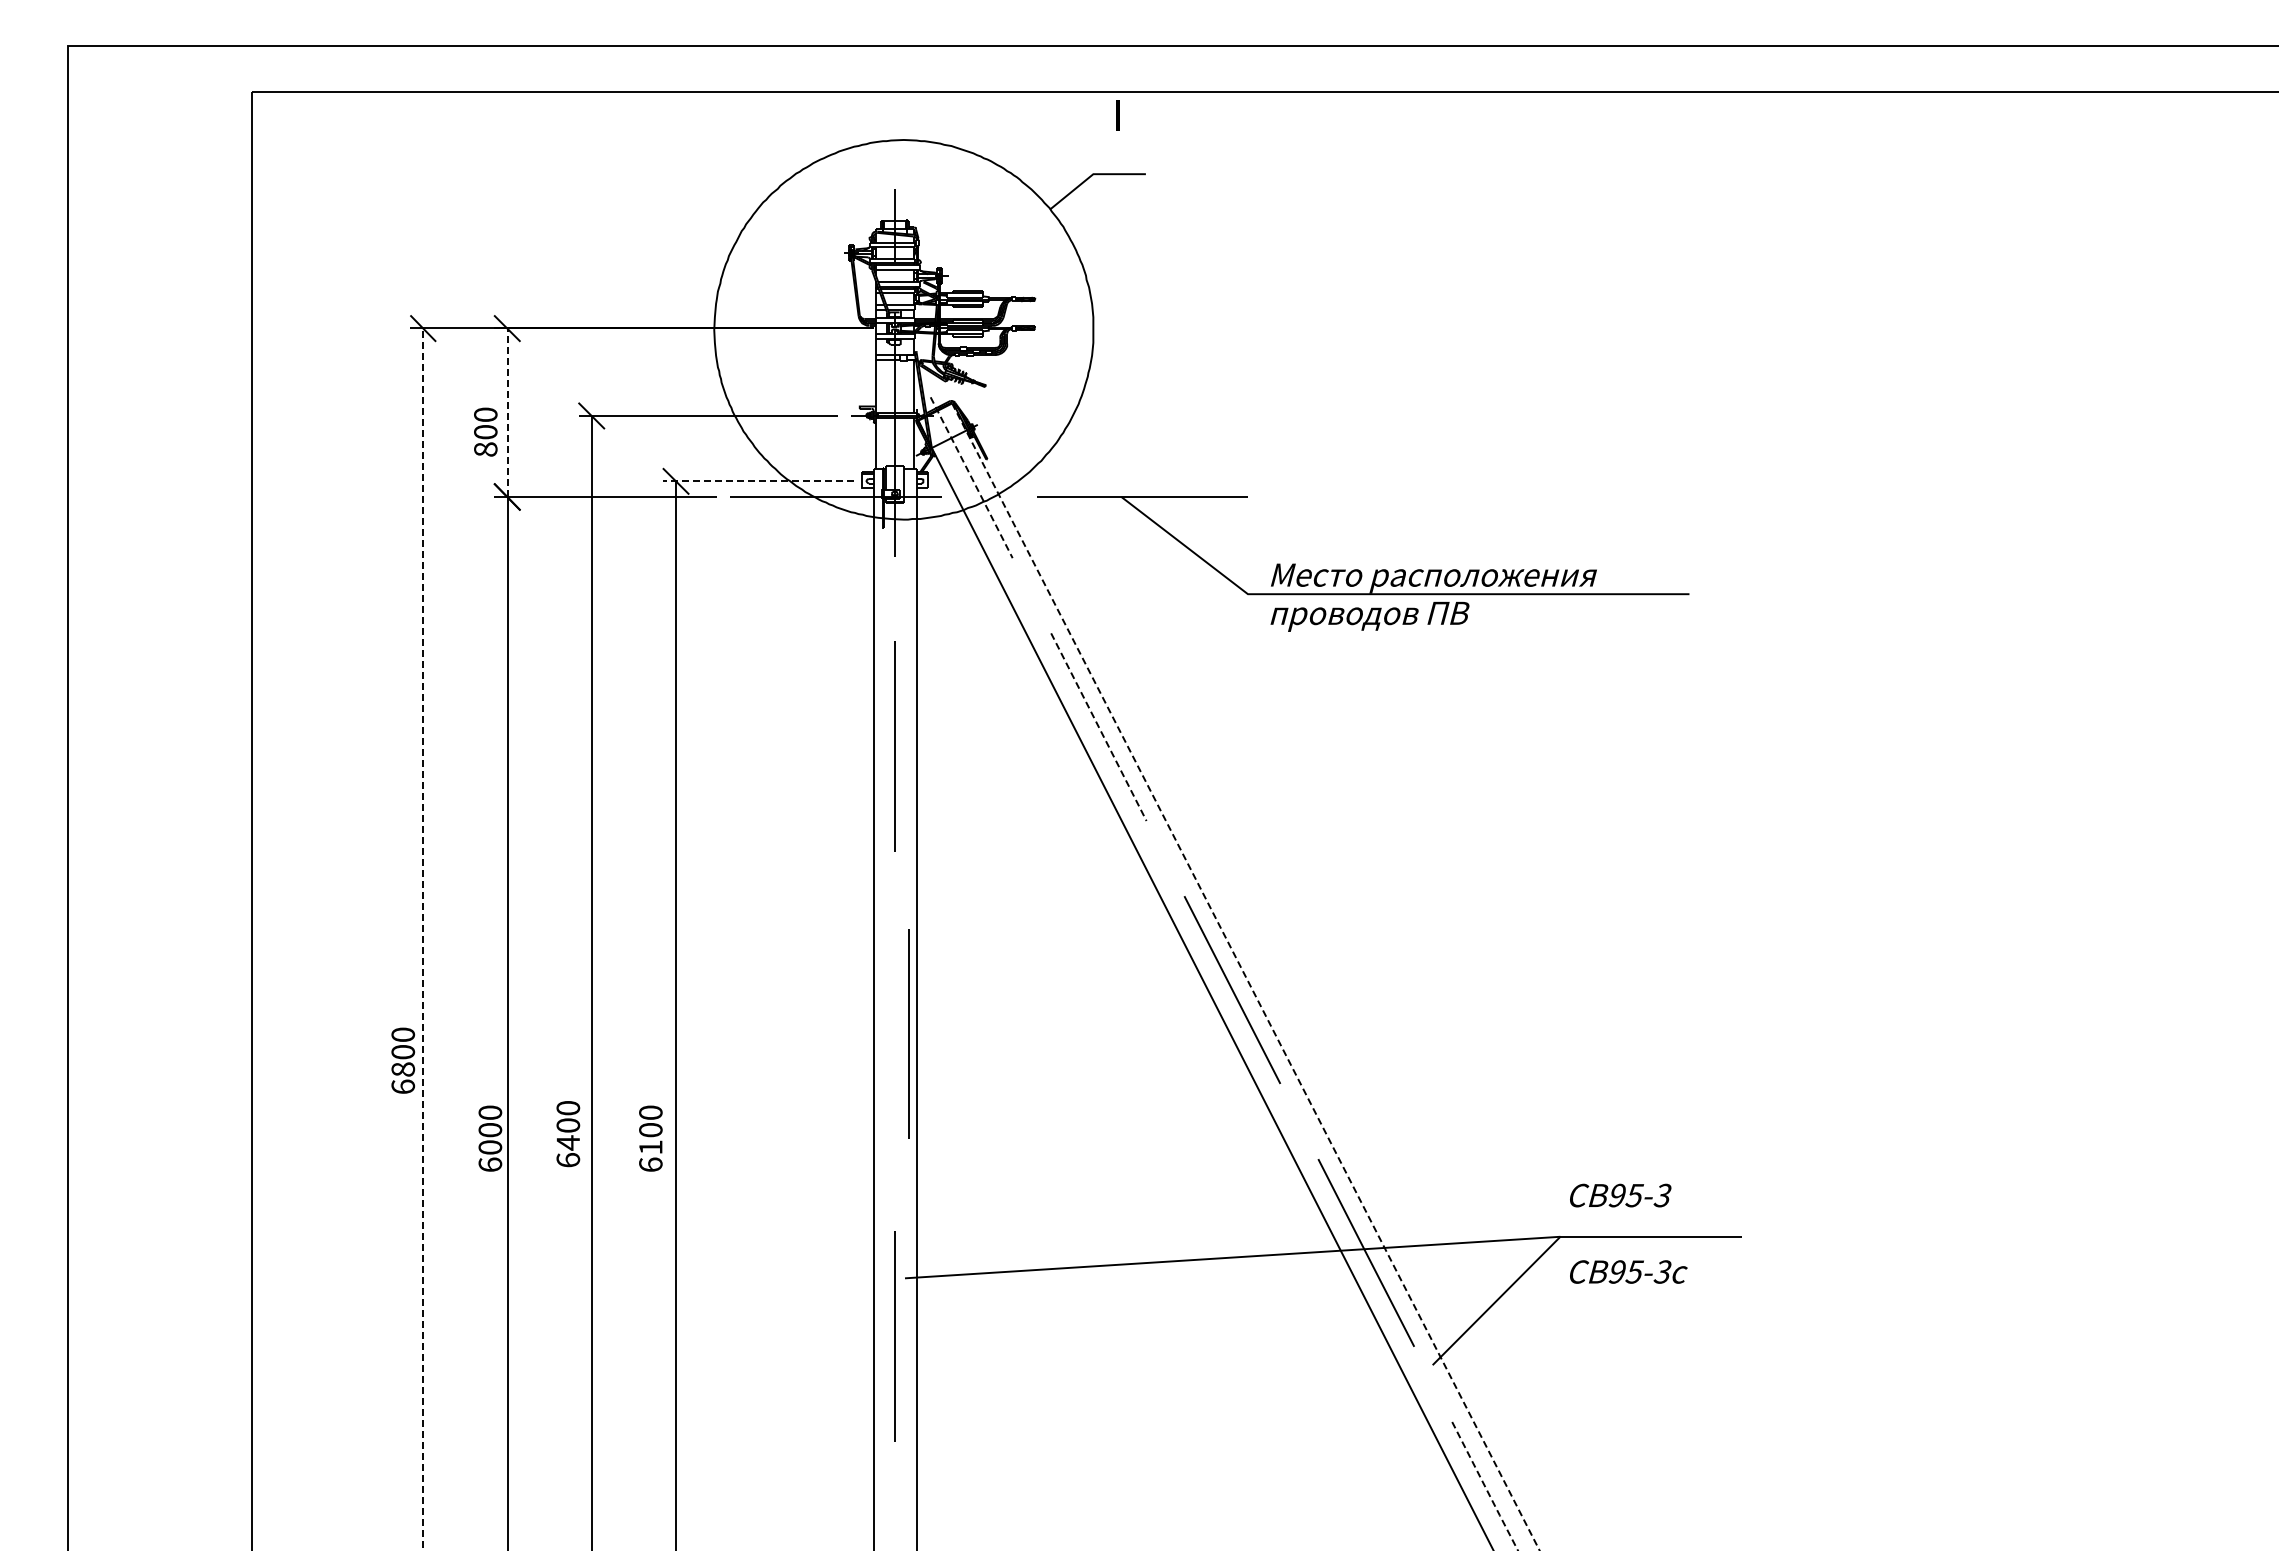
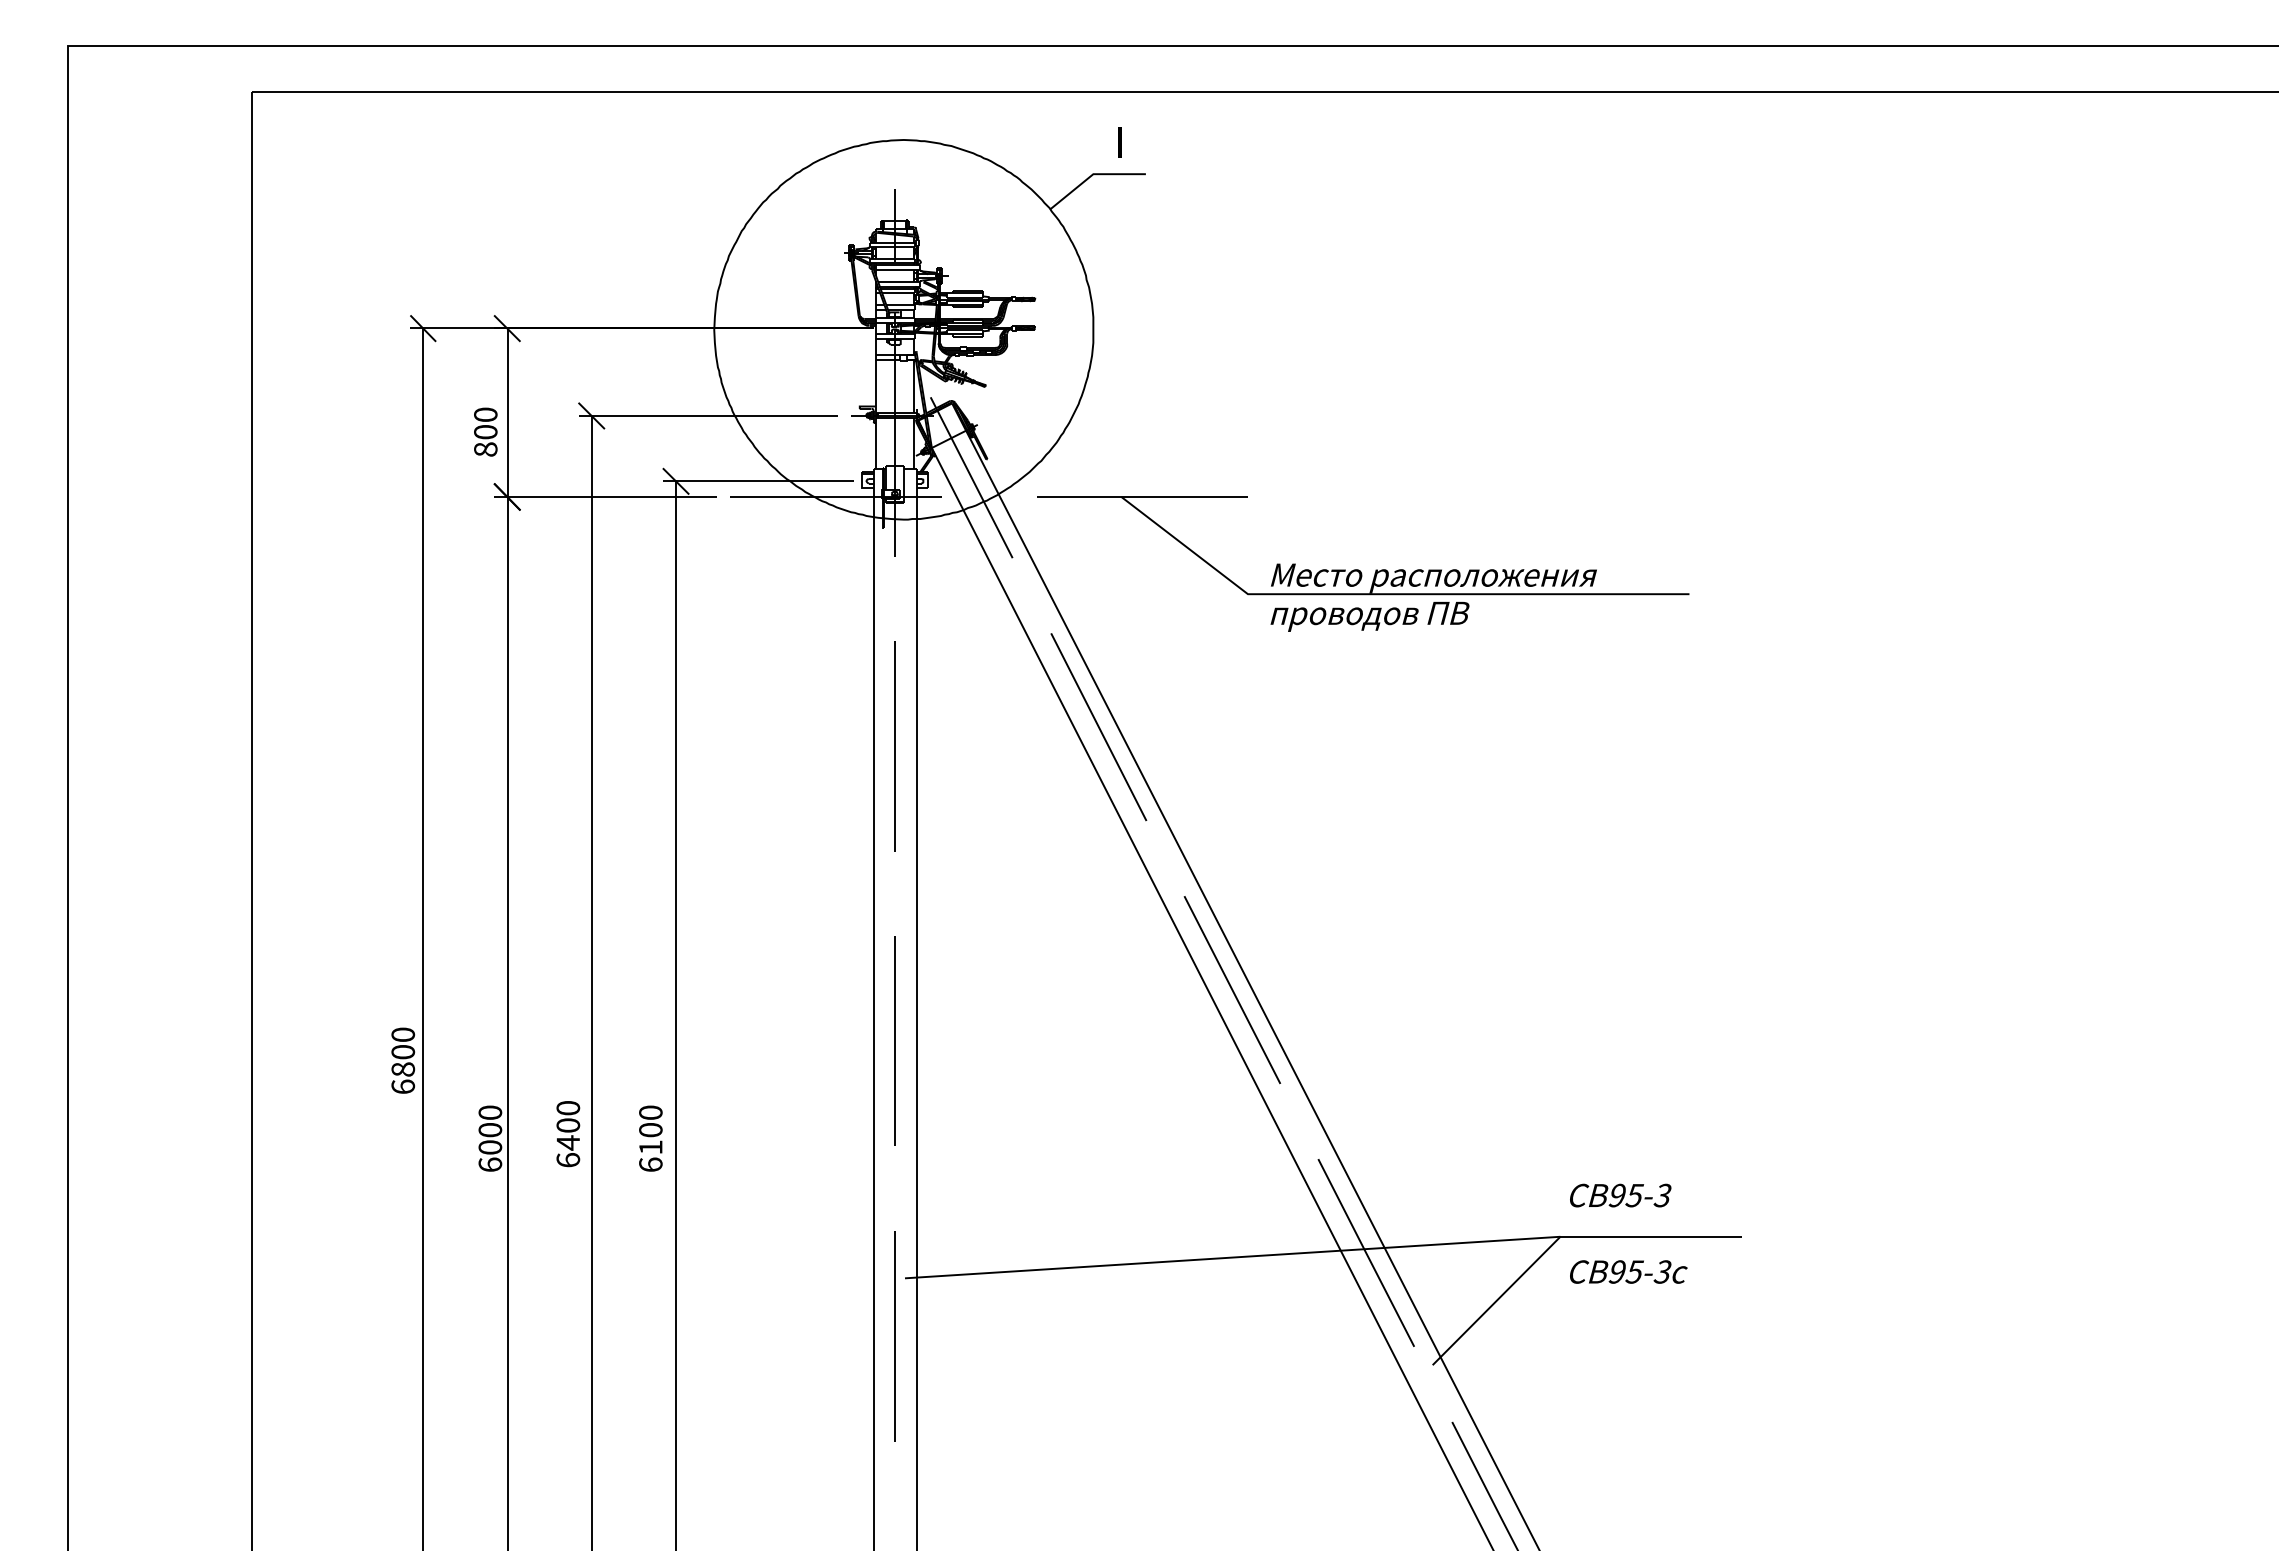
line at (1117, 115) position: (1117, 115) -> (1119, 142)
line at (507, 412): dashed -> solid
line at (971, 478): dashed -> solid
line at (757, 481): dashed -> solid
line at (1099, 727): dashed -> solid
line at (423, 939): dashed -> solid
line at (1246, 977): dashed -> solid
line at (908, 1033) position: (908, 1033) -> (894, 1040)
line at (1485, 1487): dashed -> solid
